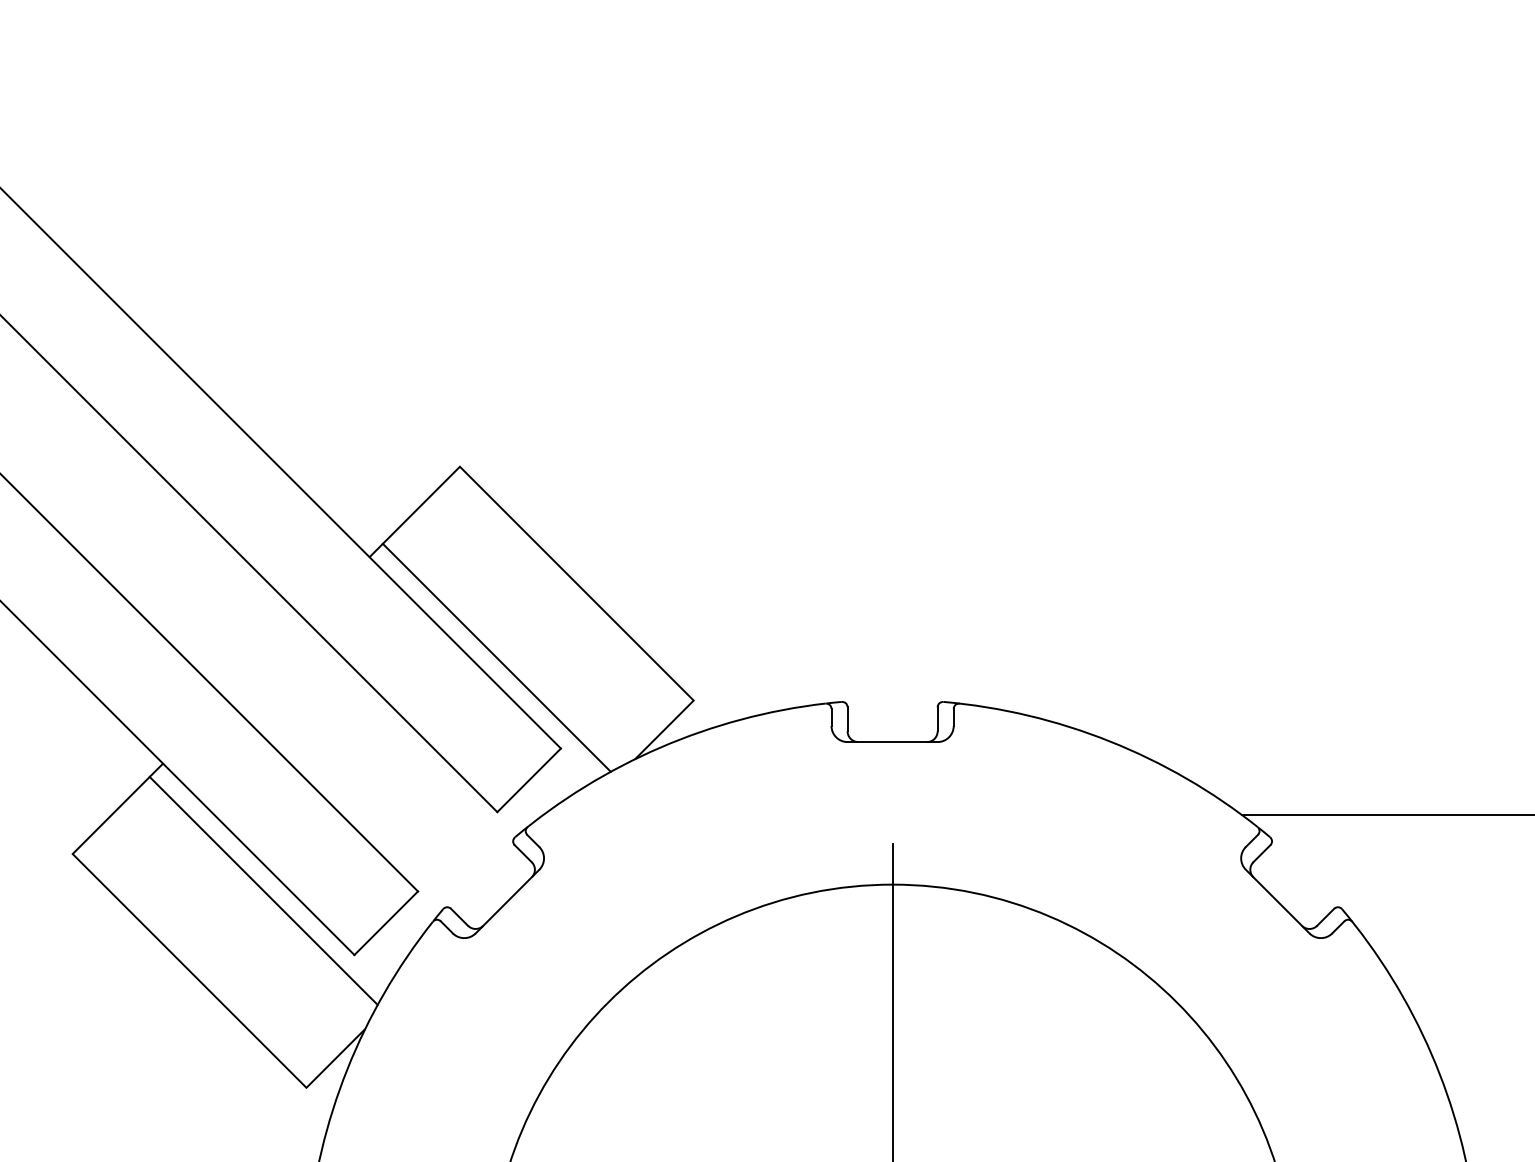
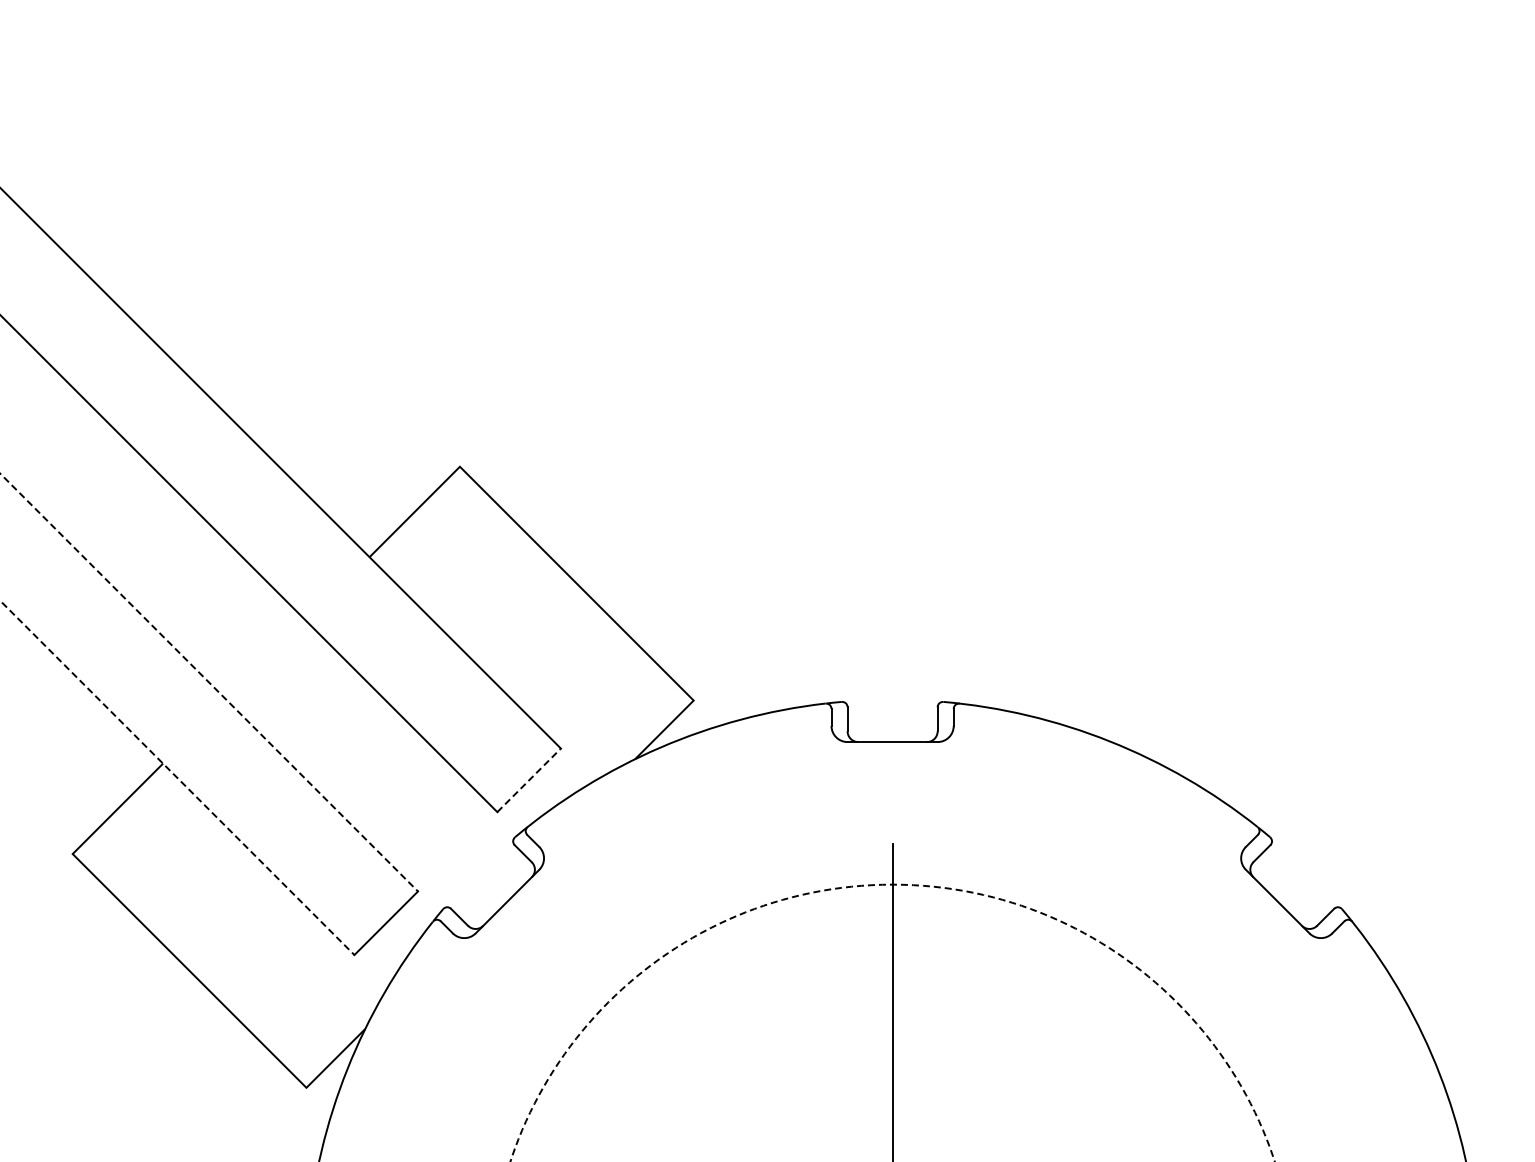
line at (496, 657): present -> none
line at (209, 682): solid -> dashed
line at (177, 778): solid -> dashed
line at (529, 780): solid -> dashed
line at (1386, 814): present -> none
line at (263, 890): present -> none
circle at (892, 1022): solid -> dashed
